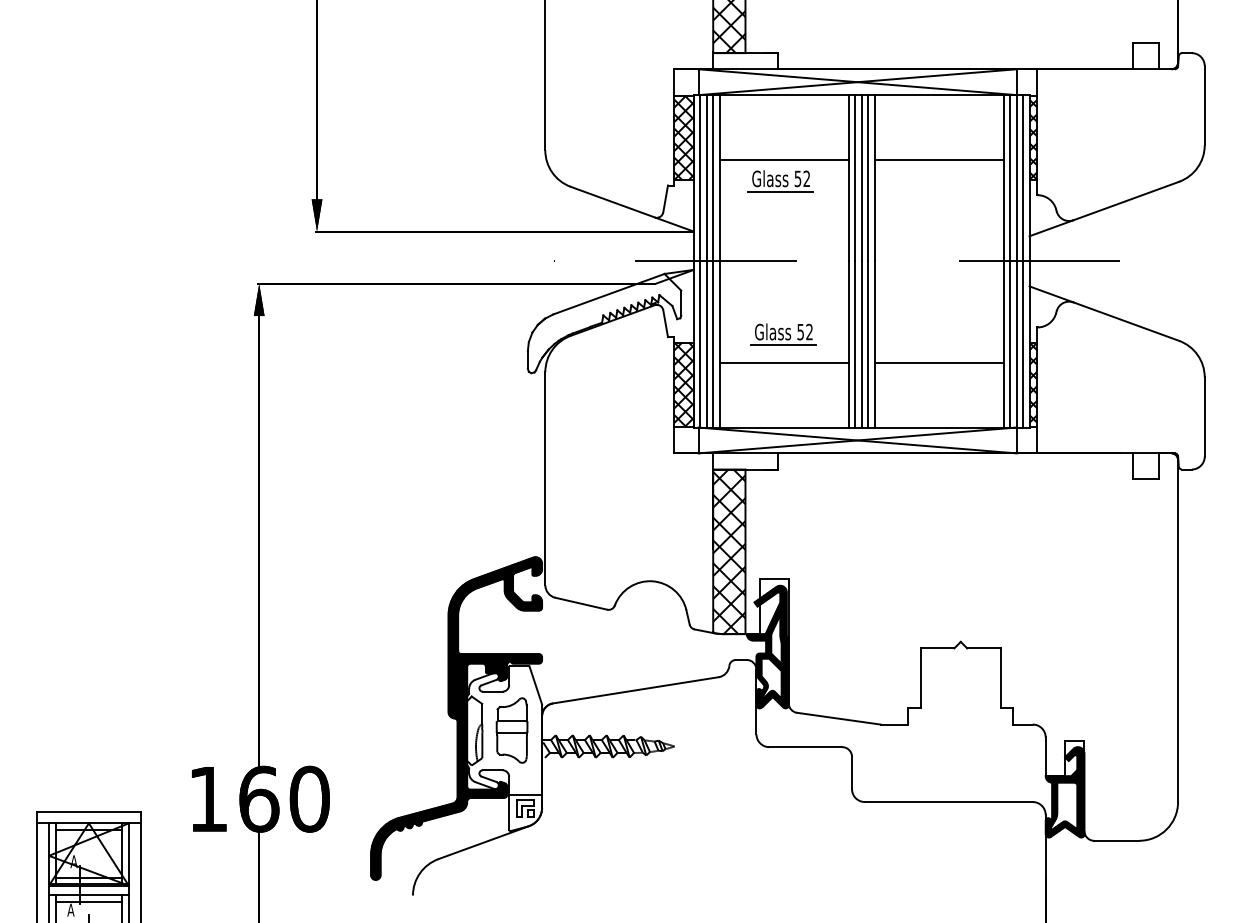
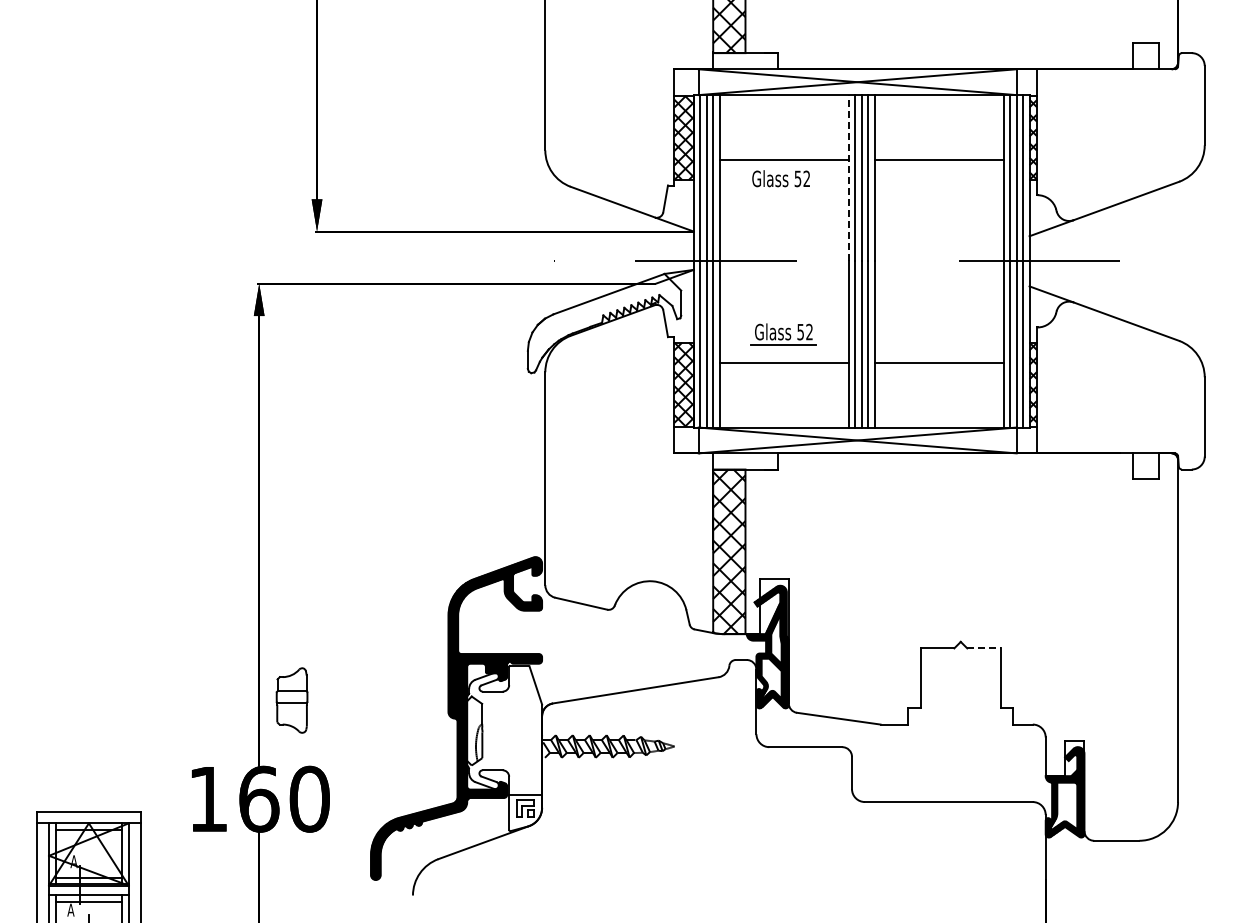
line at (848, 177): solid -> dashed
line at (780, 192): present -> none
line at (983, 648): solid -> dashed
part at (511, 730) position: (511, 730) -> (291, 700)
